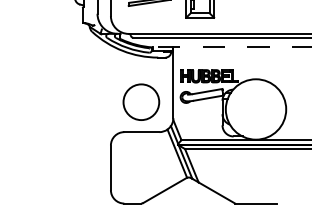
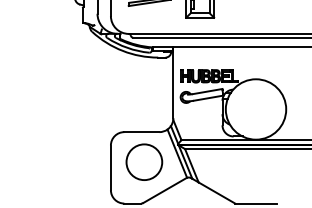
line at (232, 47): dashed -> solid
circle at (141, 101) position: (141, 101) -> (144, 161)
